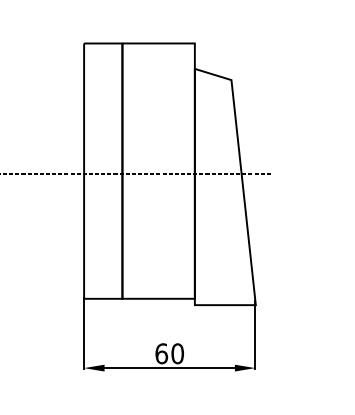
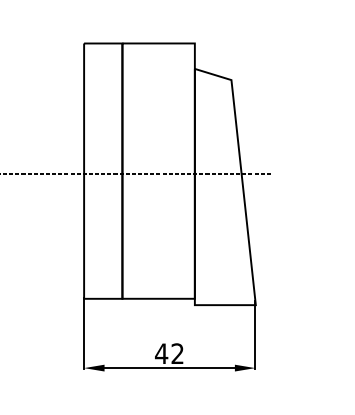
text at (169, 353): 60 -> 42
